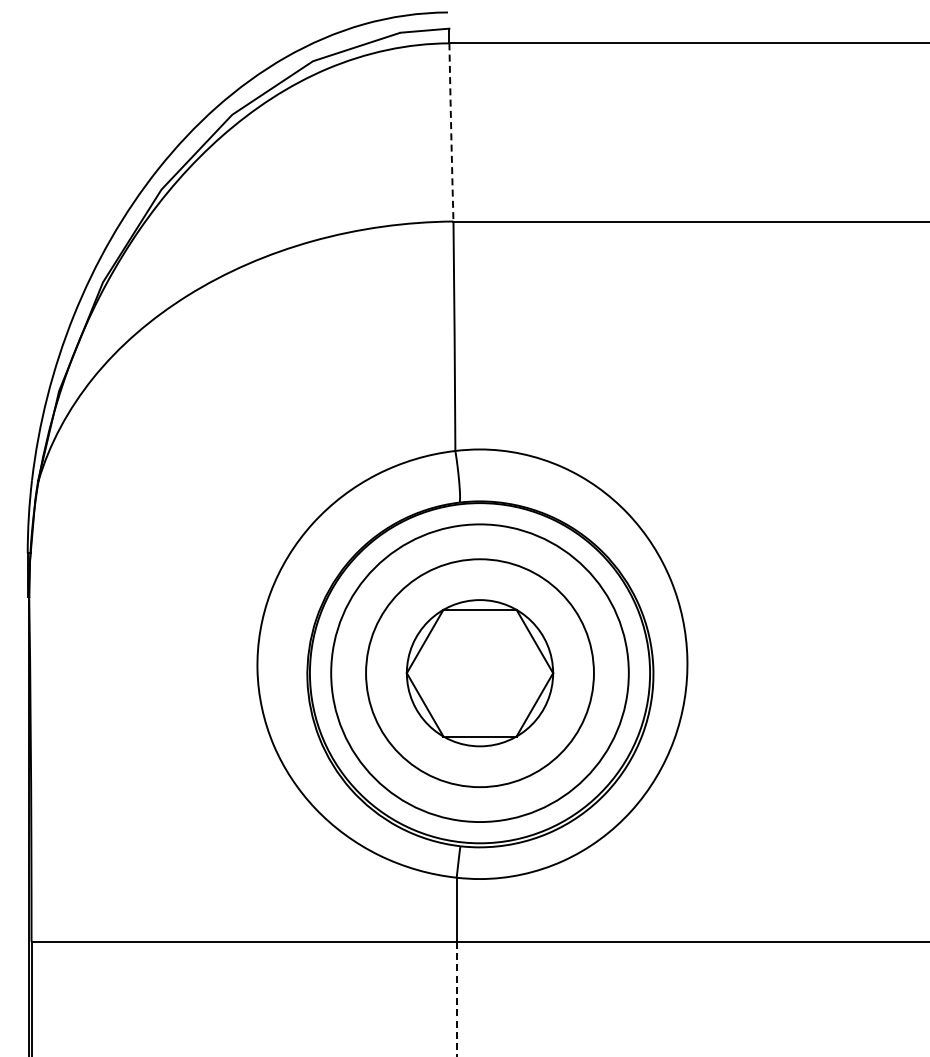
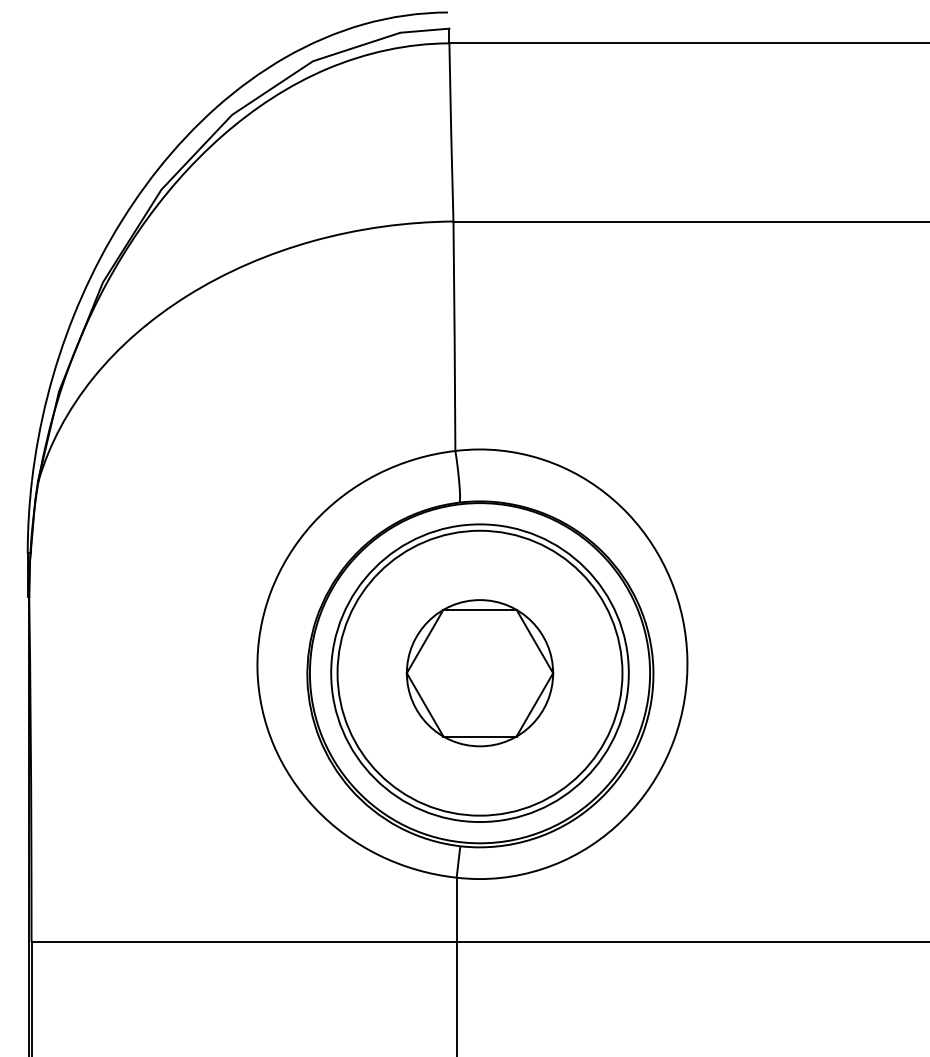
arc at (451, 132): dashed -> solid
circle at (479, 673) diameter: 228 px -> 285 px
line at (456, 998): dashed -> solid
